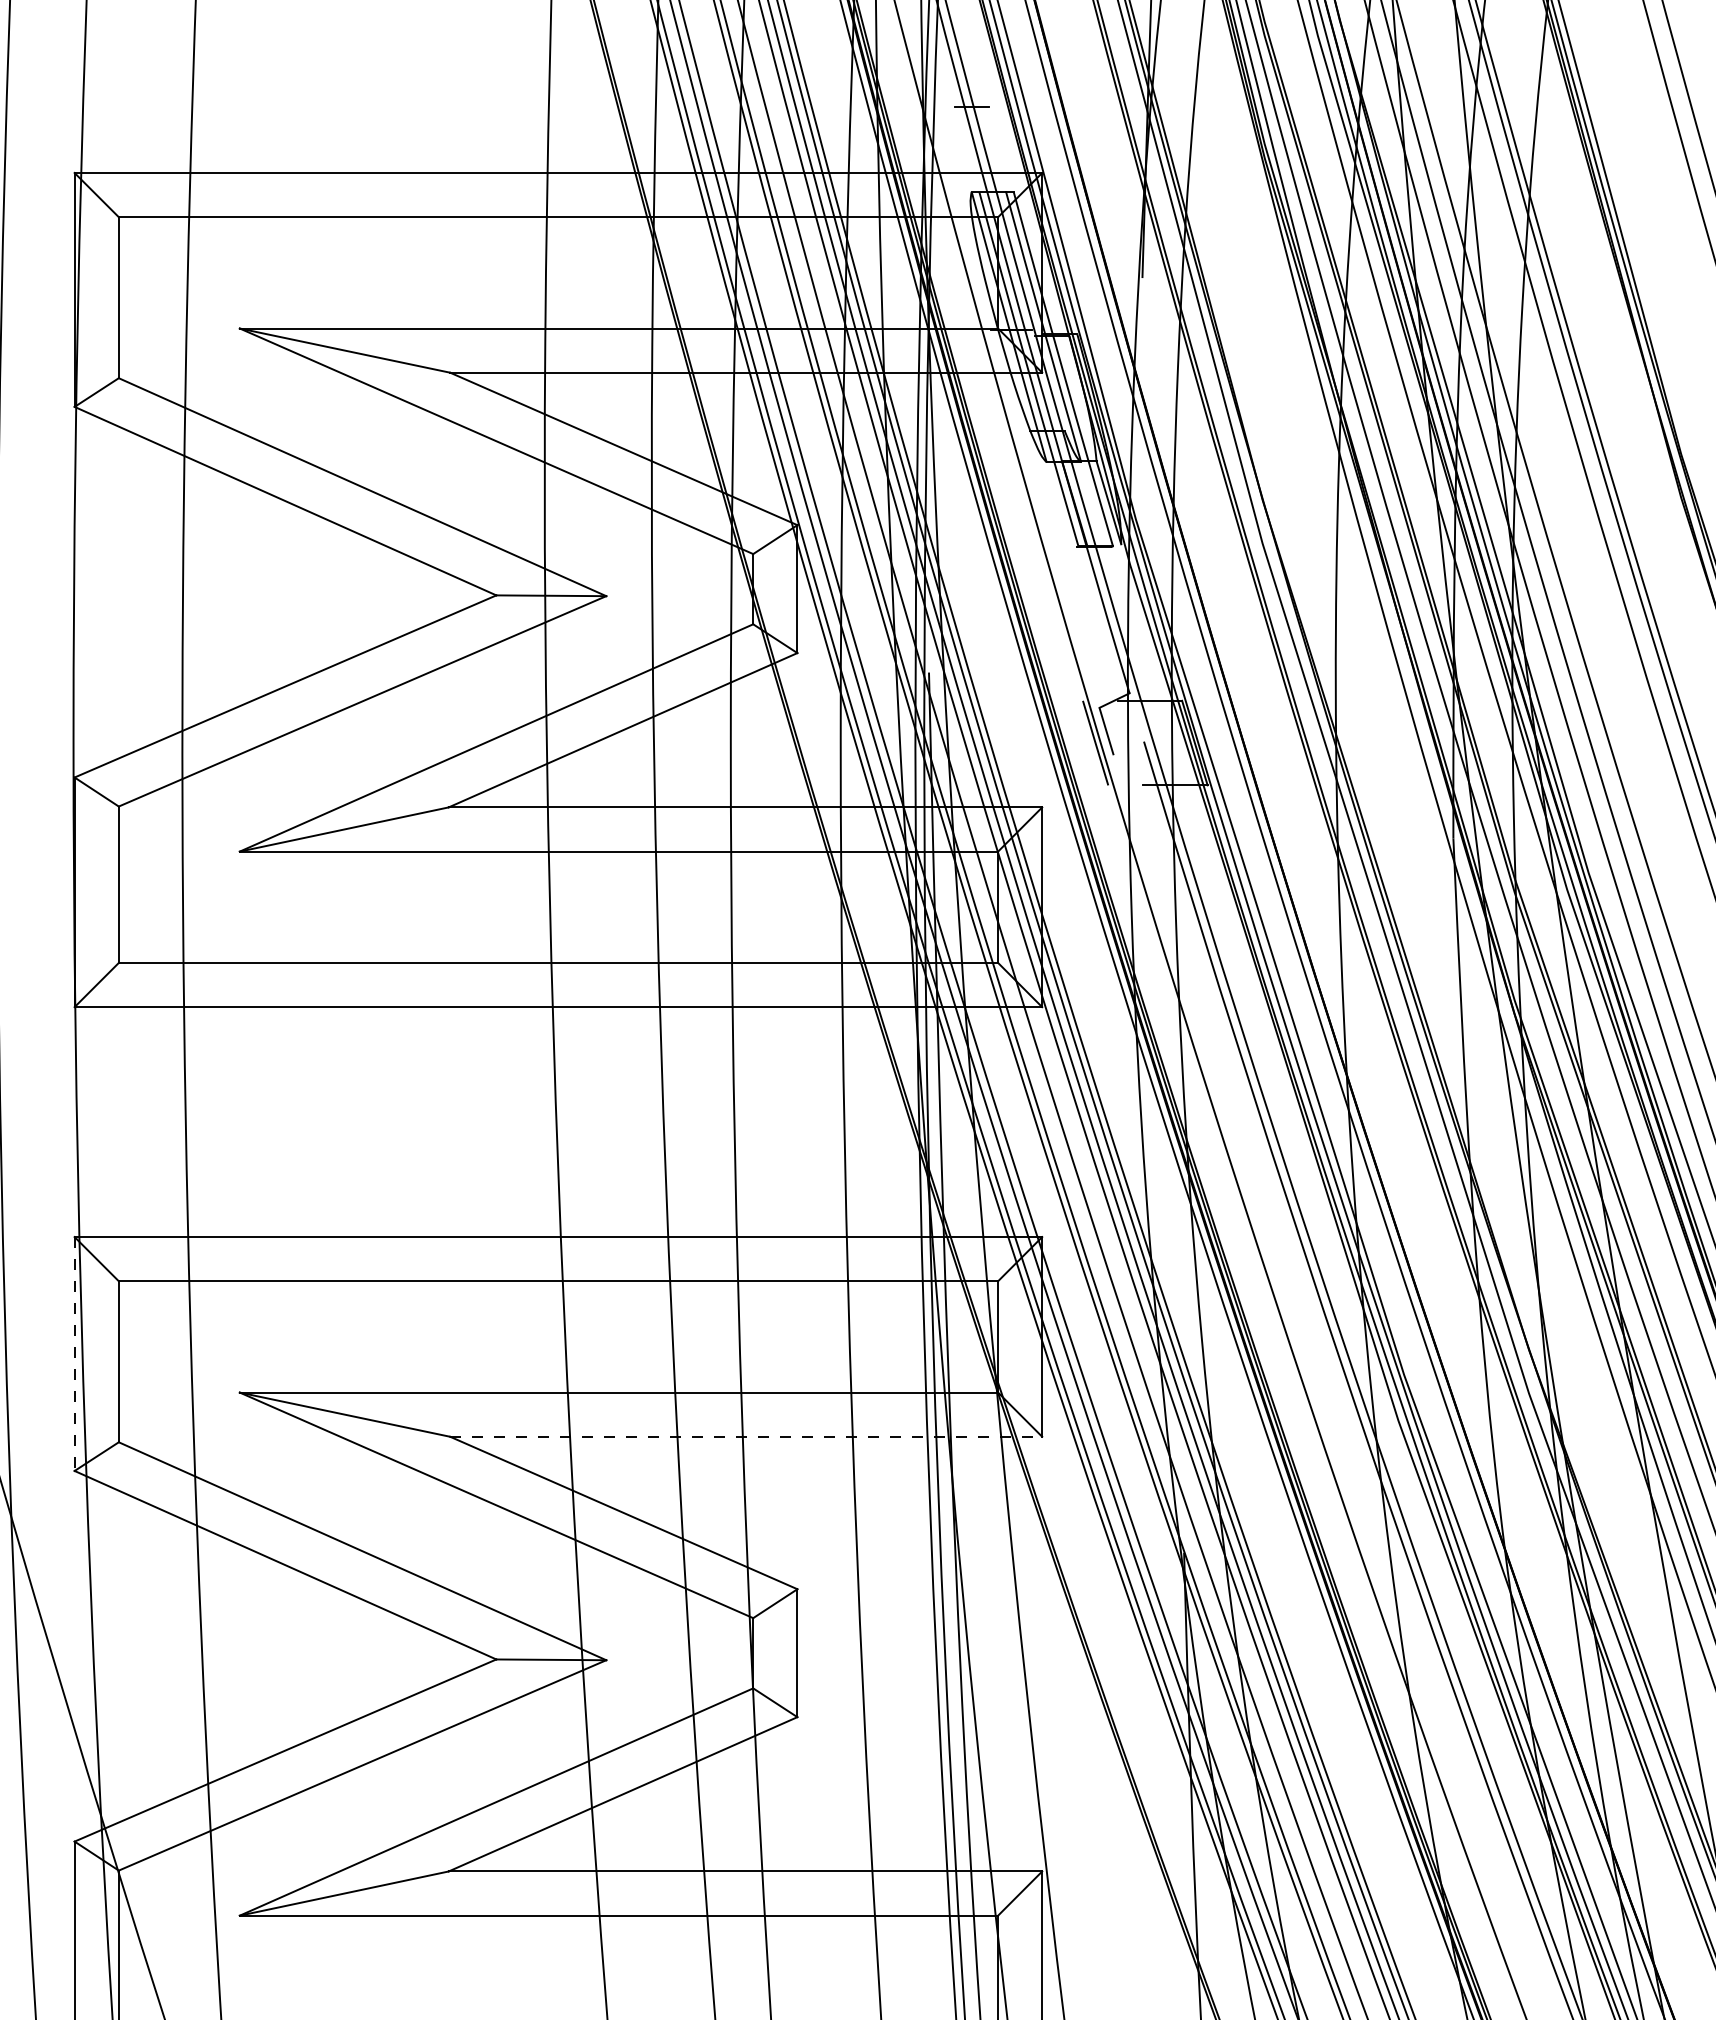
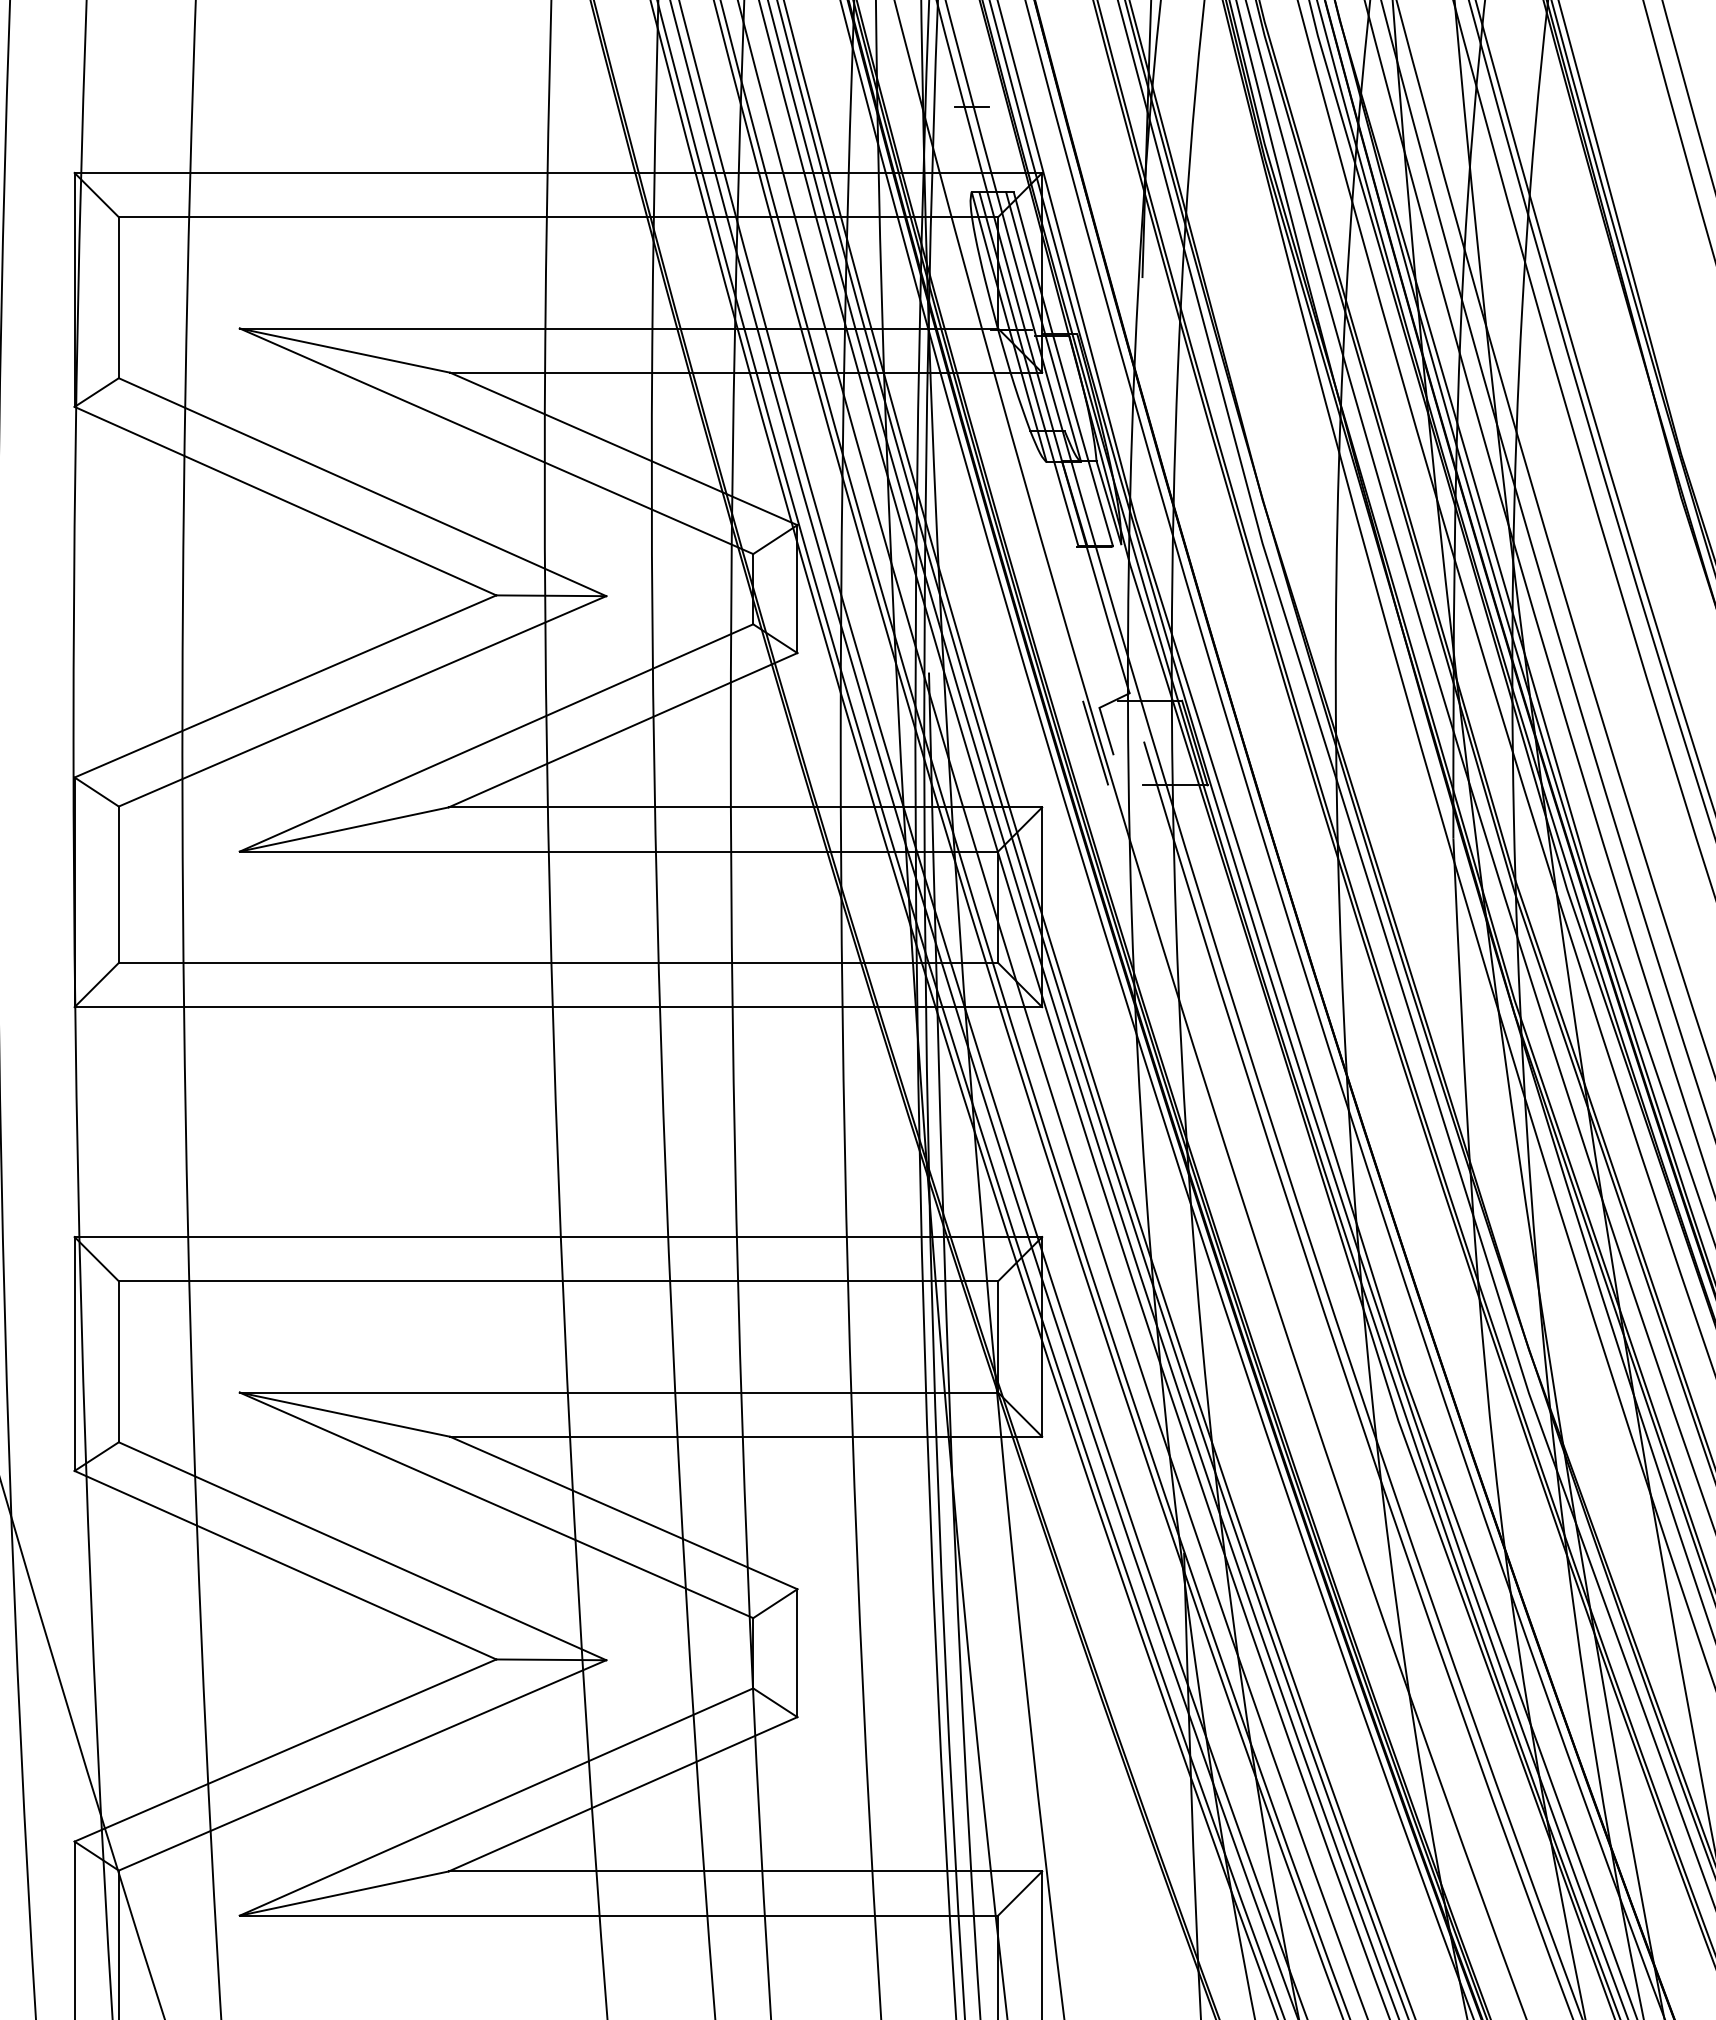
line at (74, 1354): dashed -> solid
line at (746, 1436): dashed -> solid
